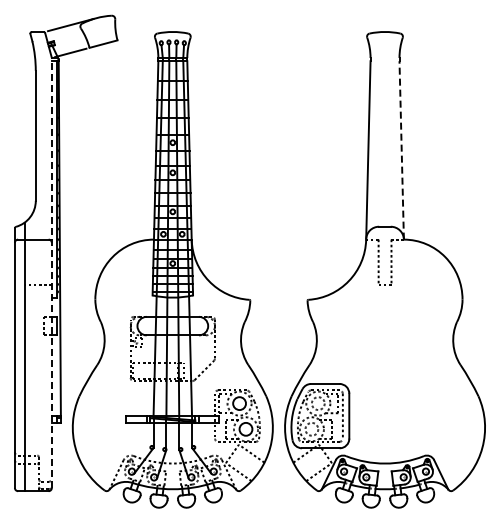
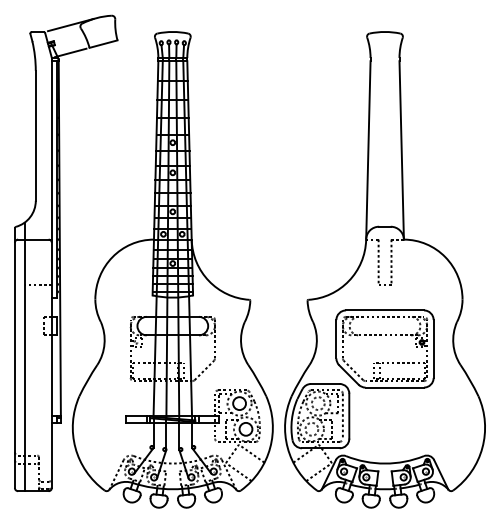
line at (401, 149): dashed -> solid
line at (51, 272): dashed -> solid
part at (384, 348): none -> present
